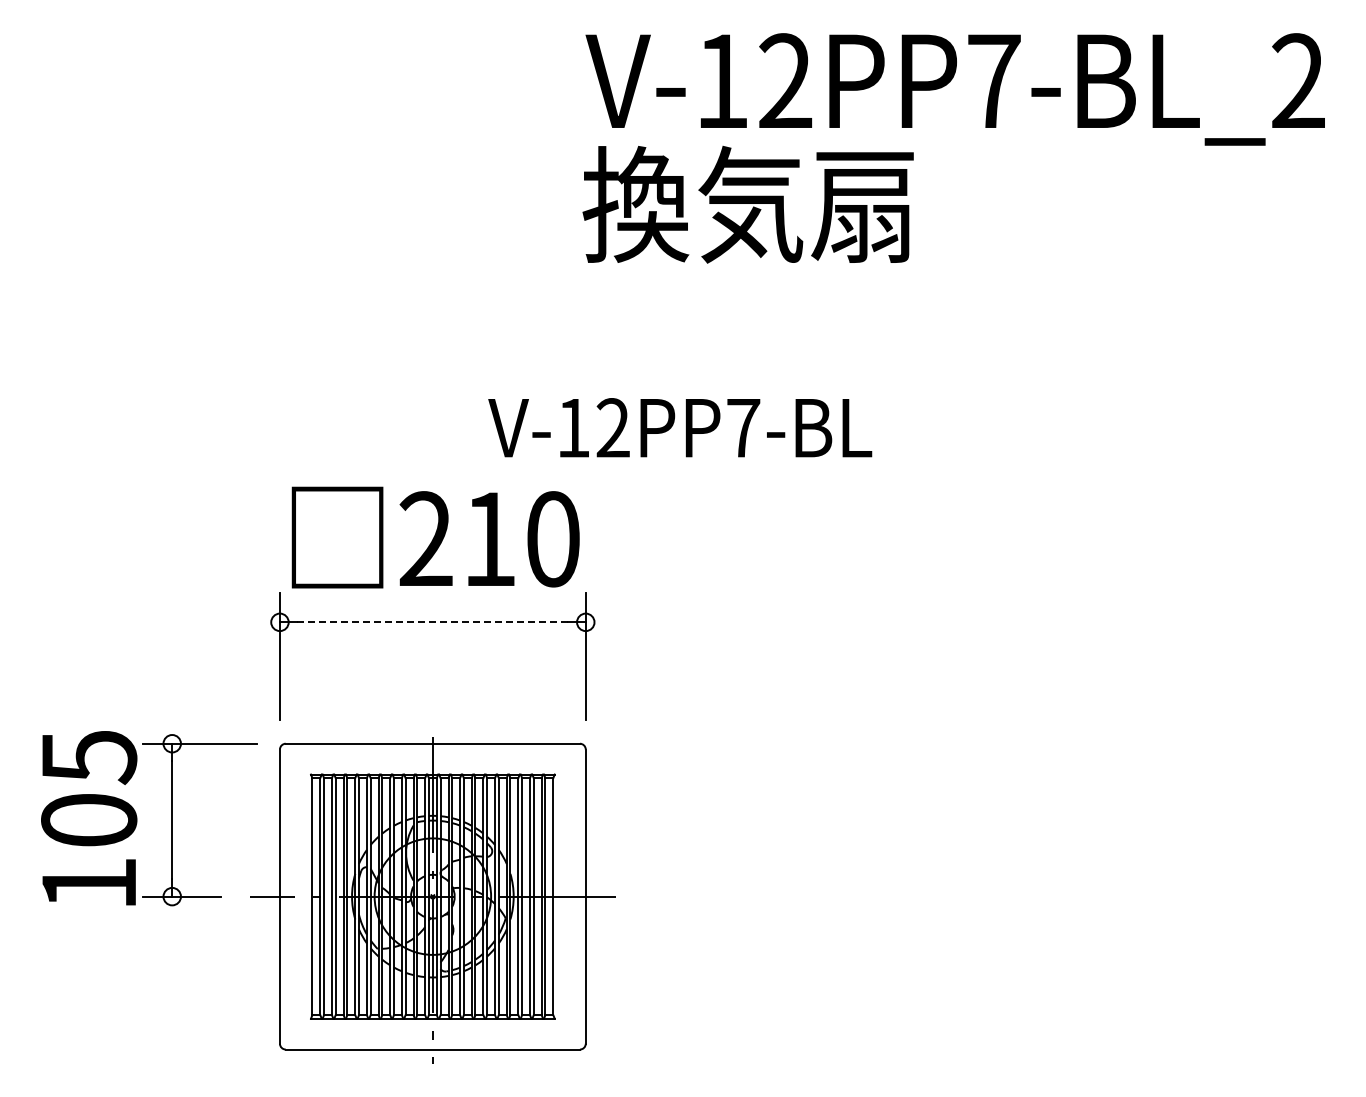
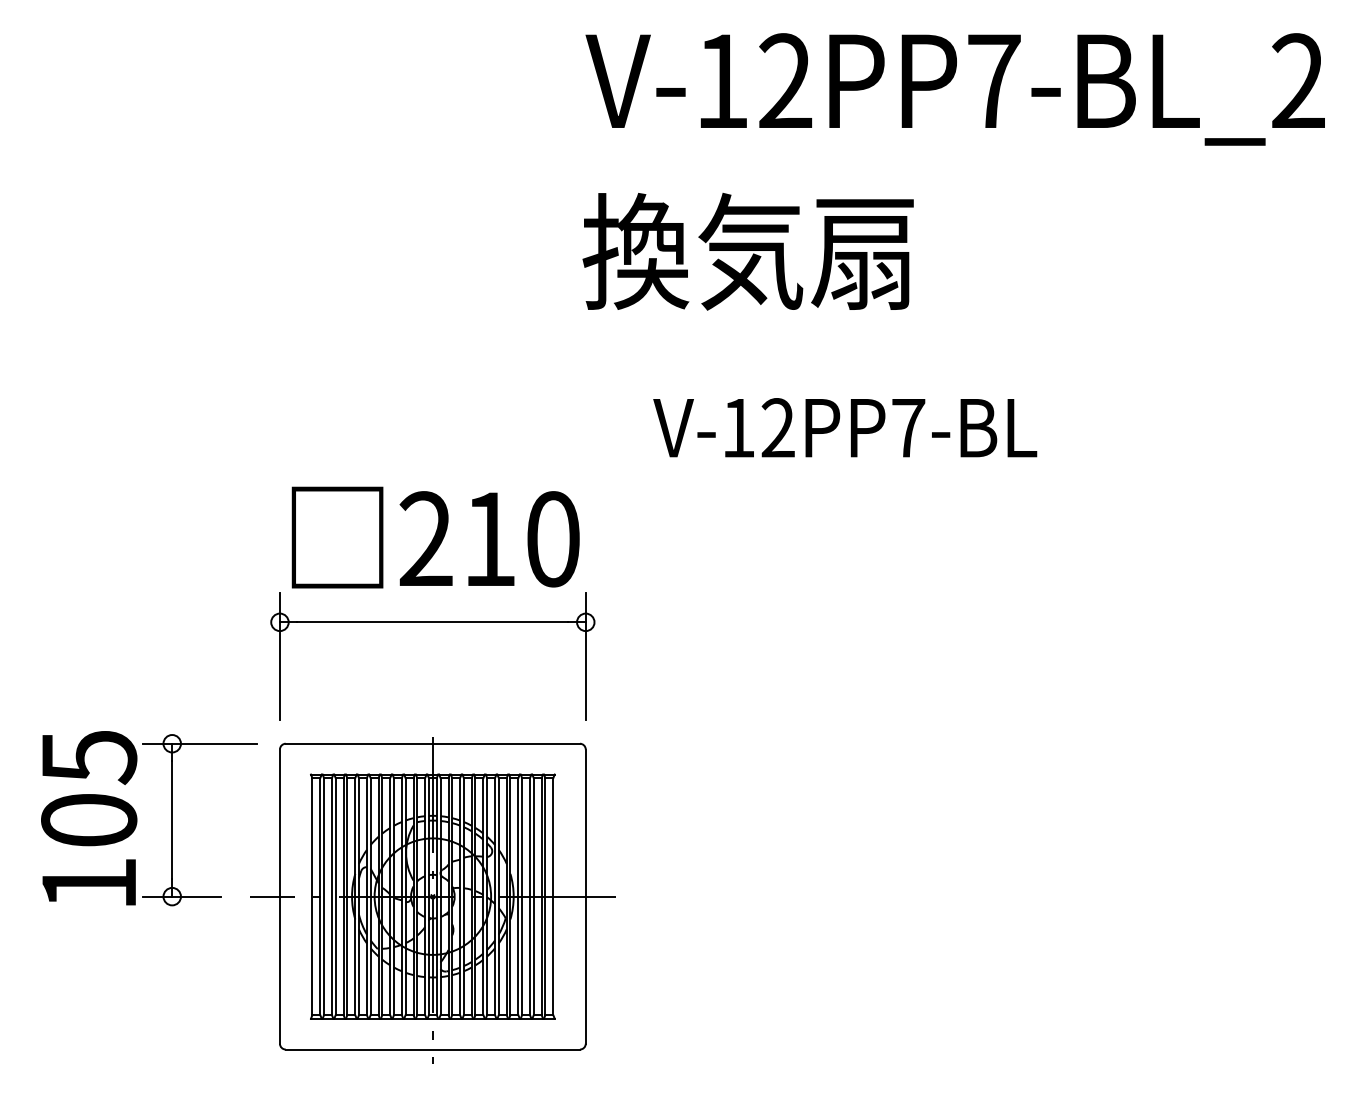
text at (747, 204) position: (747, 204) -> (747, 251)
text at (680, 427) position: (680, 427) -> (845, 427)
line at (433, 622): dashed -> solid
